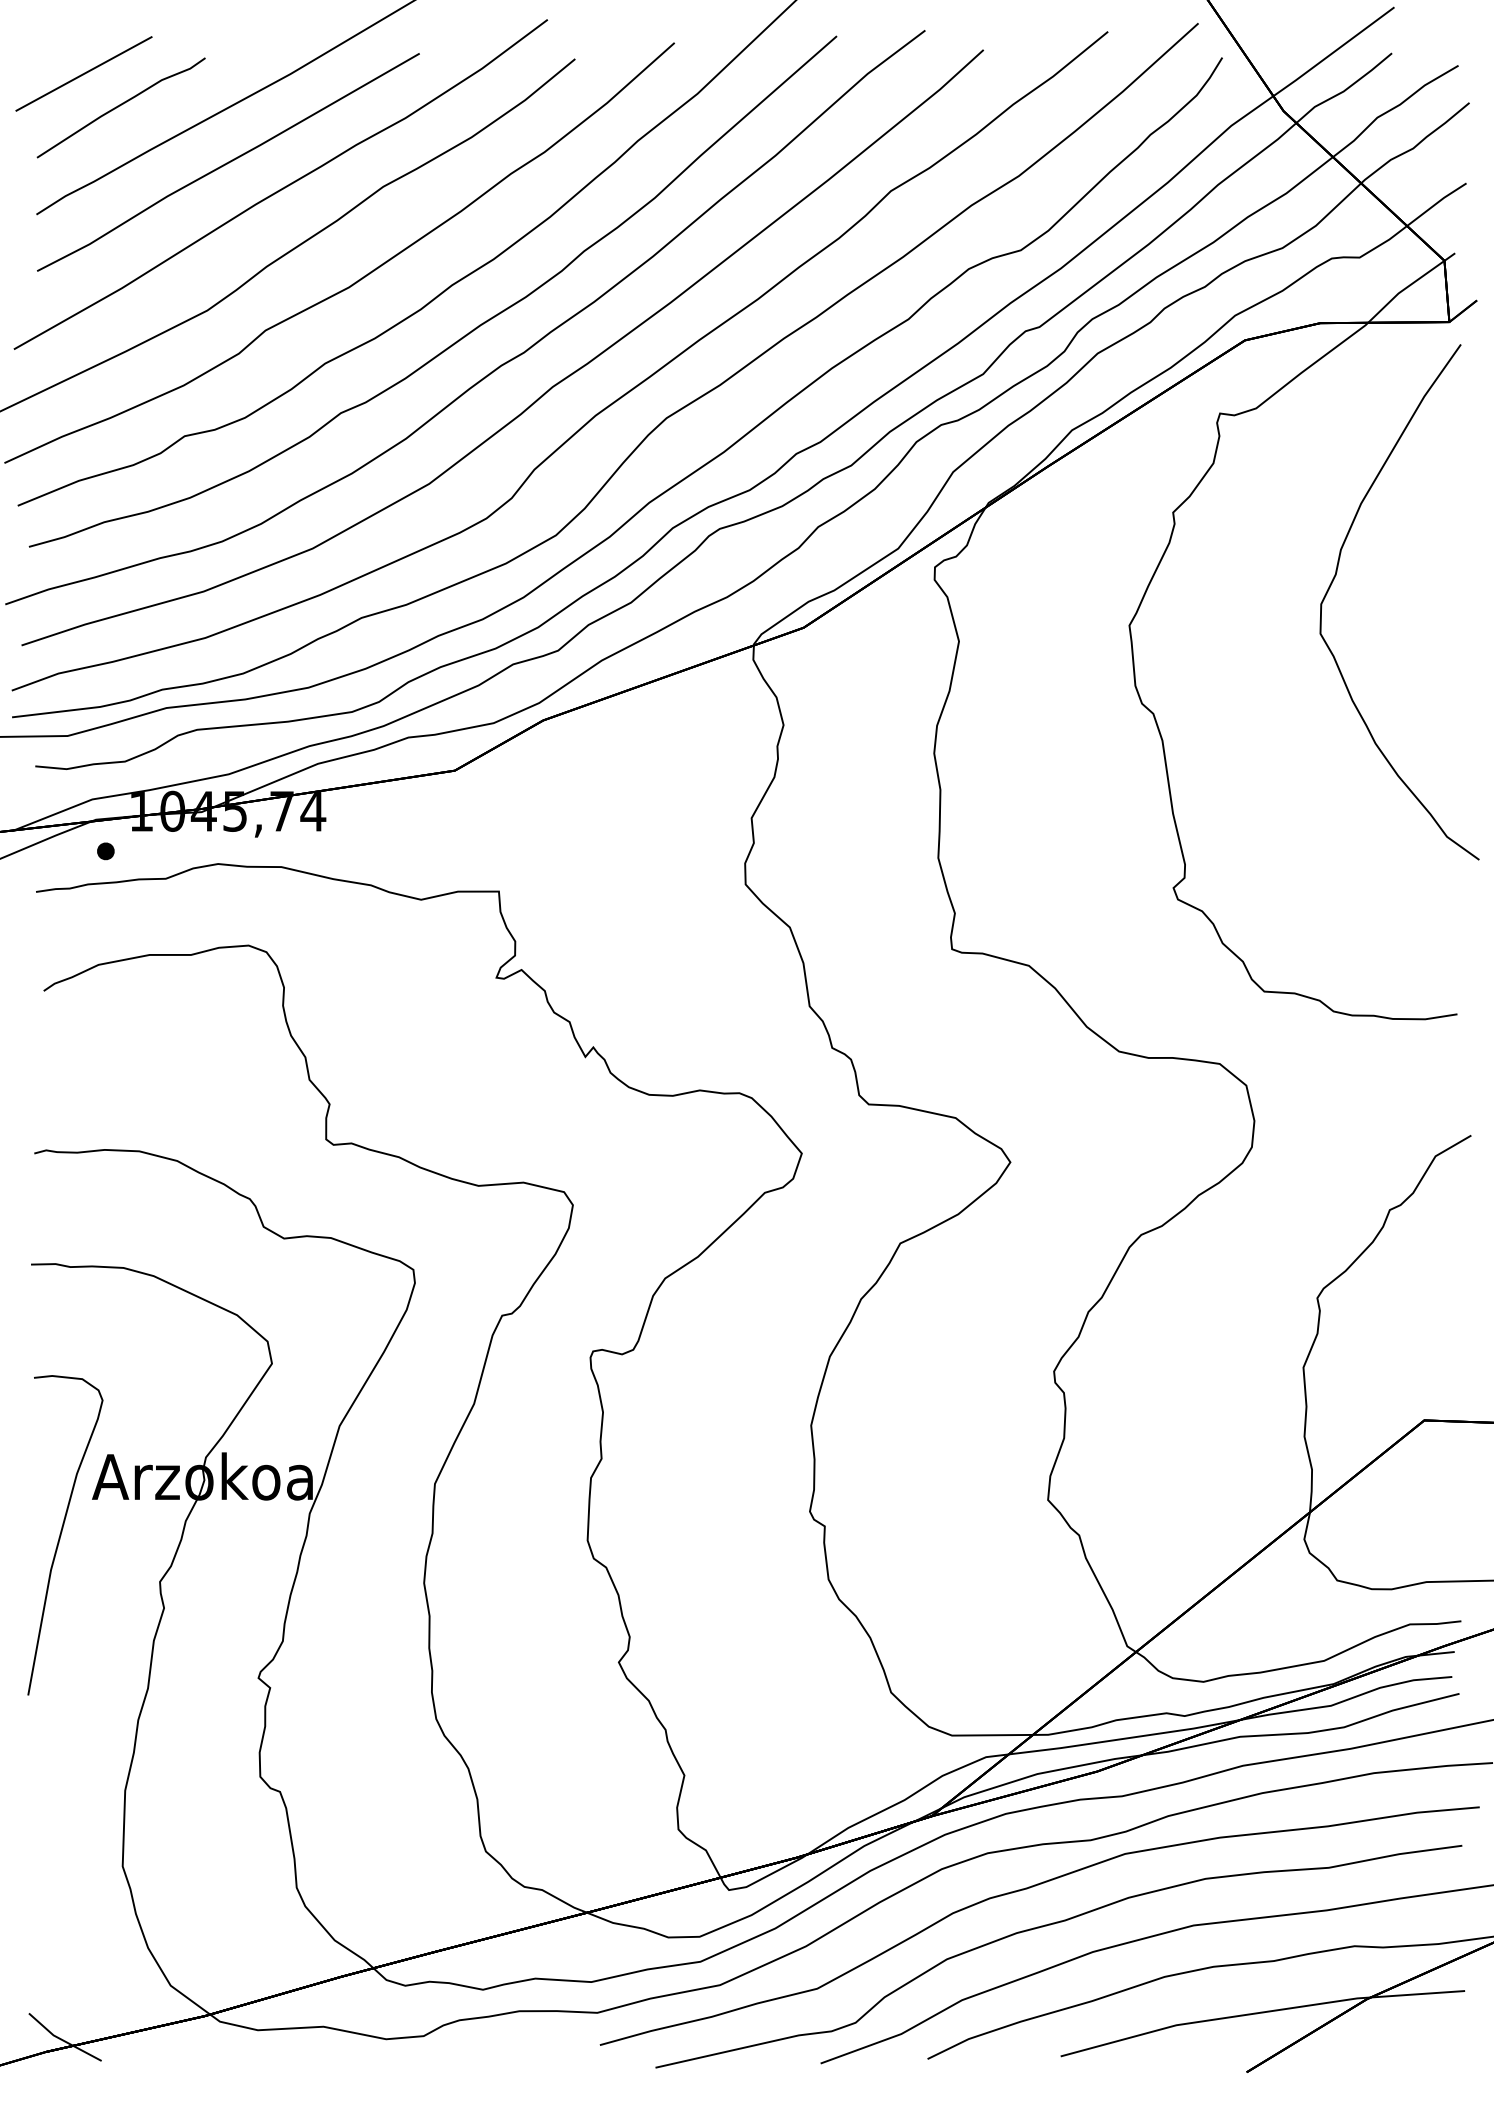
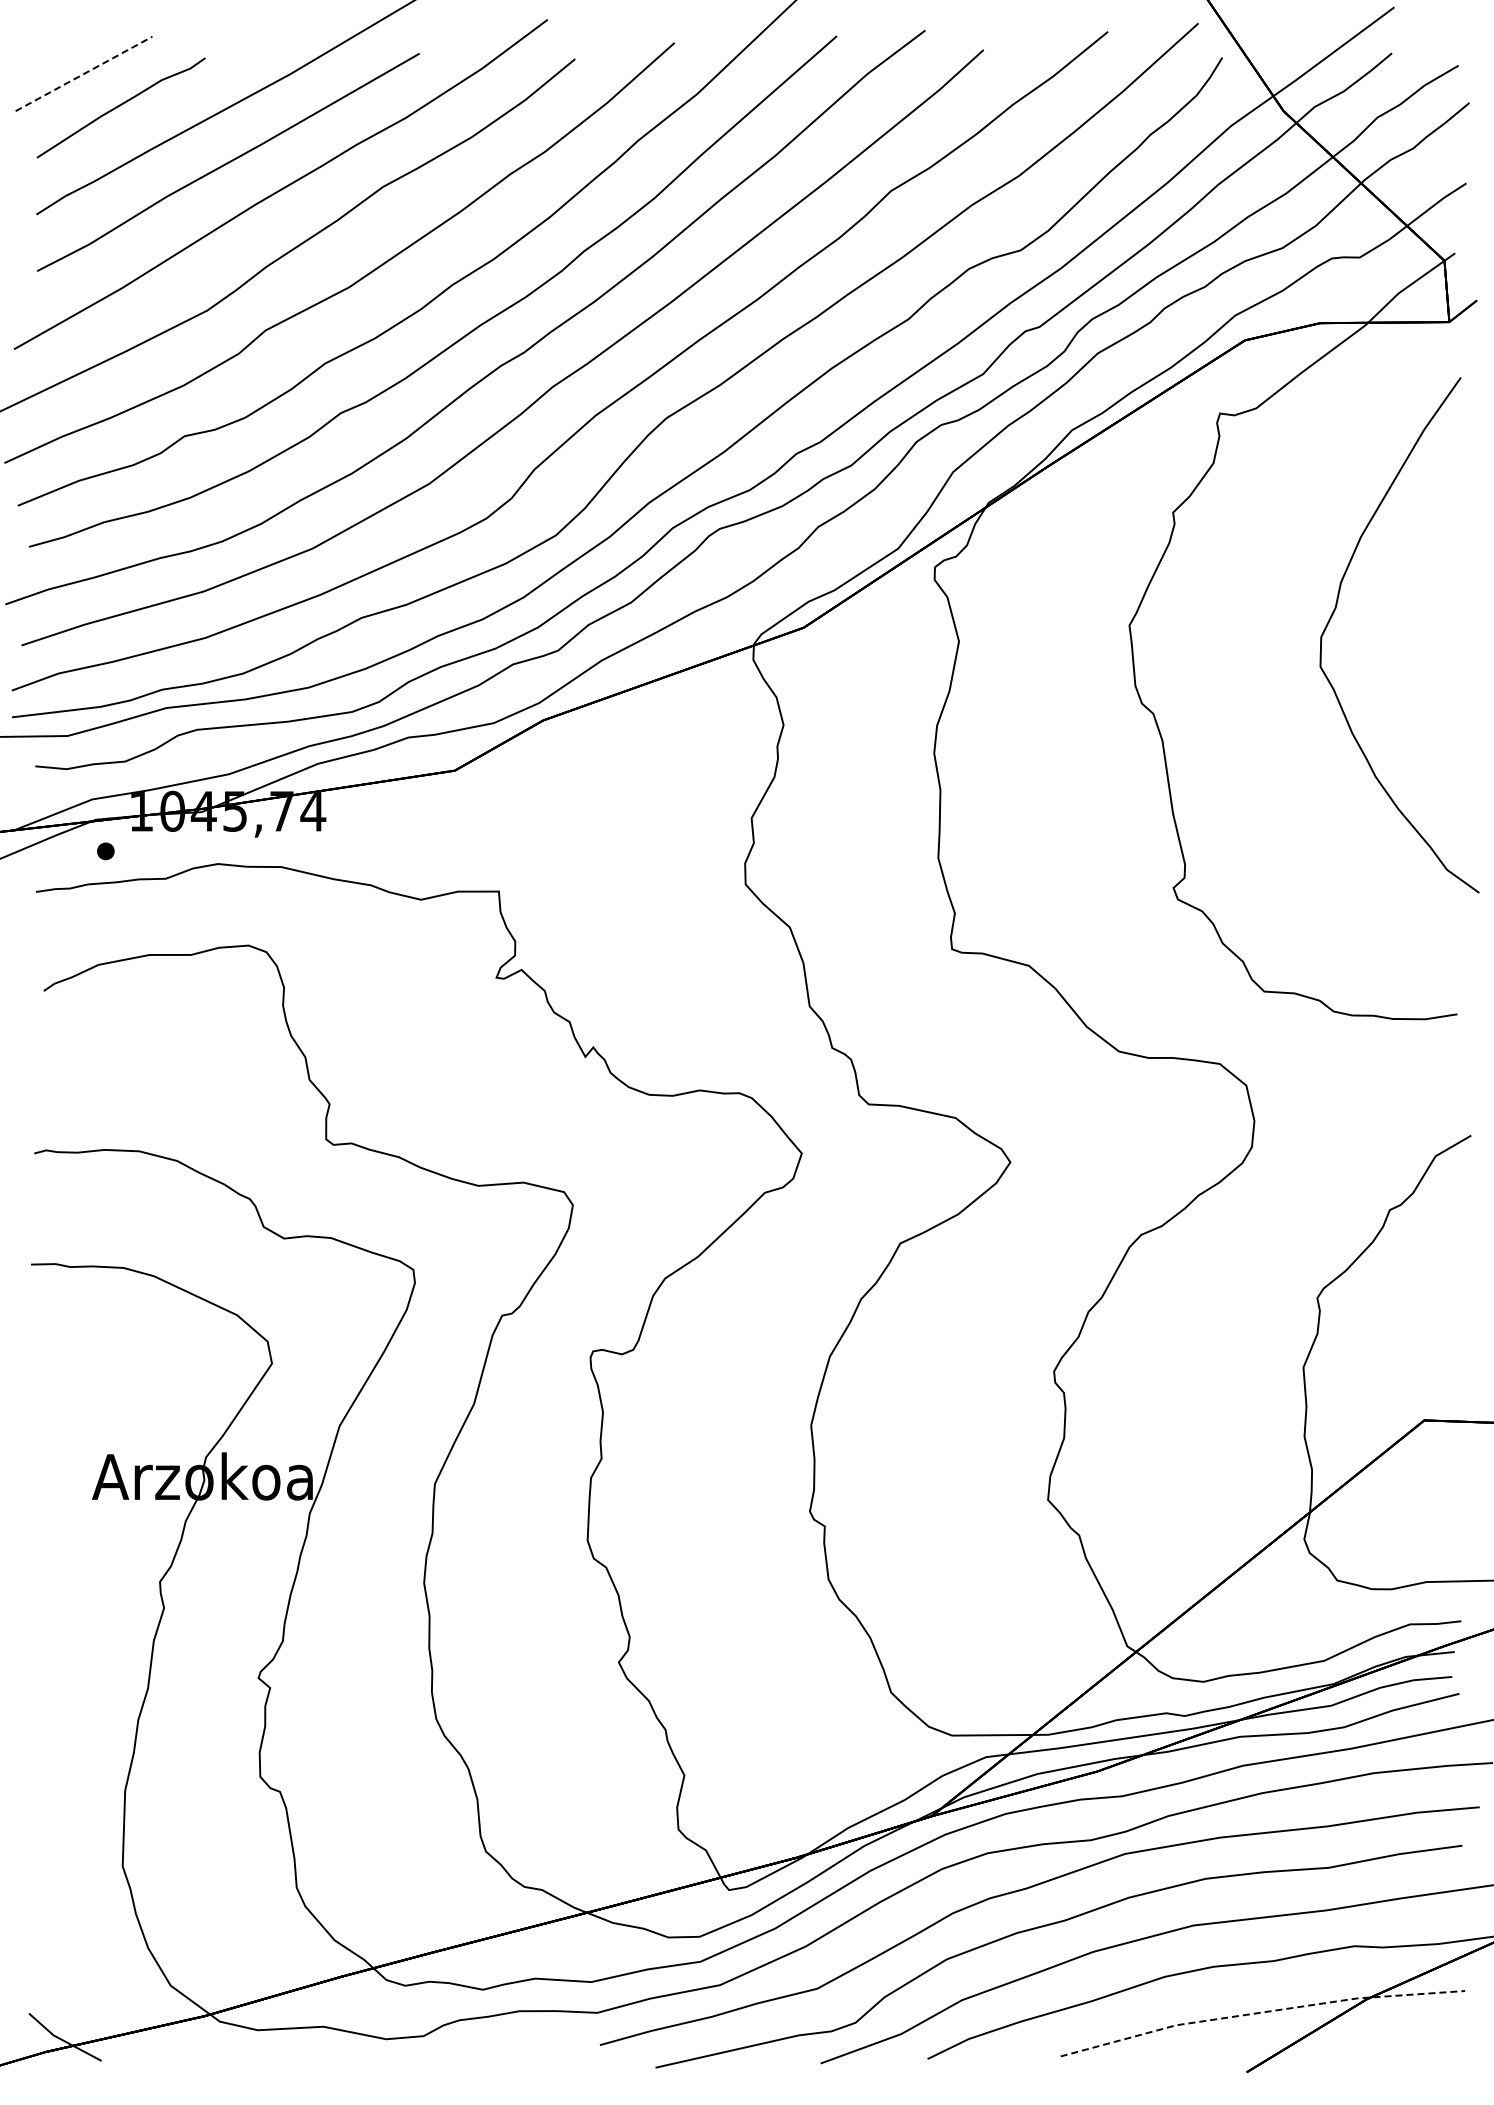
line at (84, 73): solid -> dashed
curve at (1336, 575) position: (1336, 575) -> (1336, 608)
curve at (61, 1535): present -> none
line at (1261, 2012): solid -> dashed
